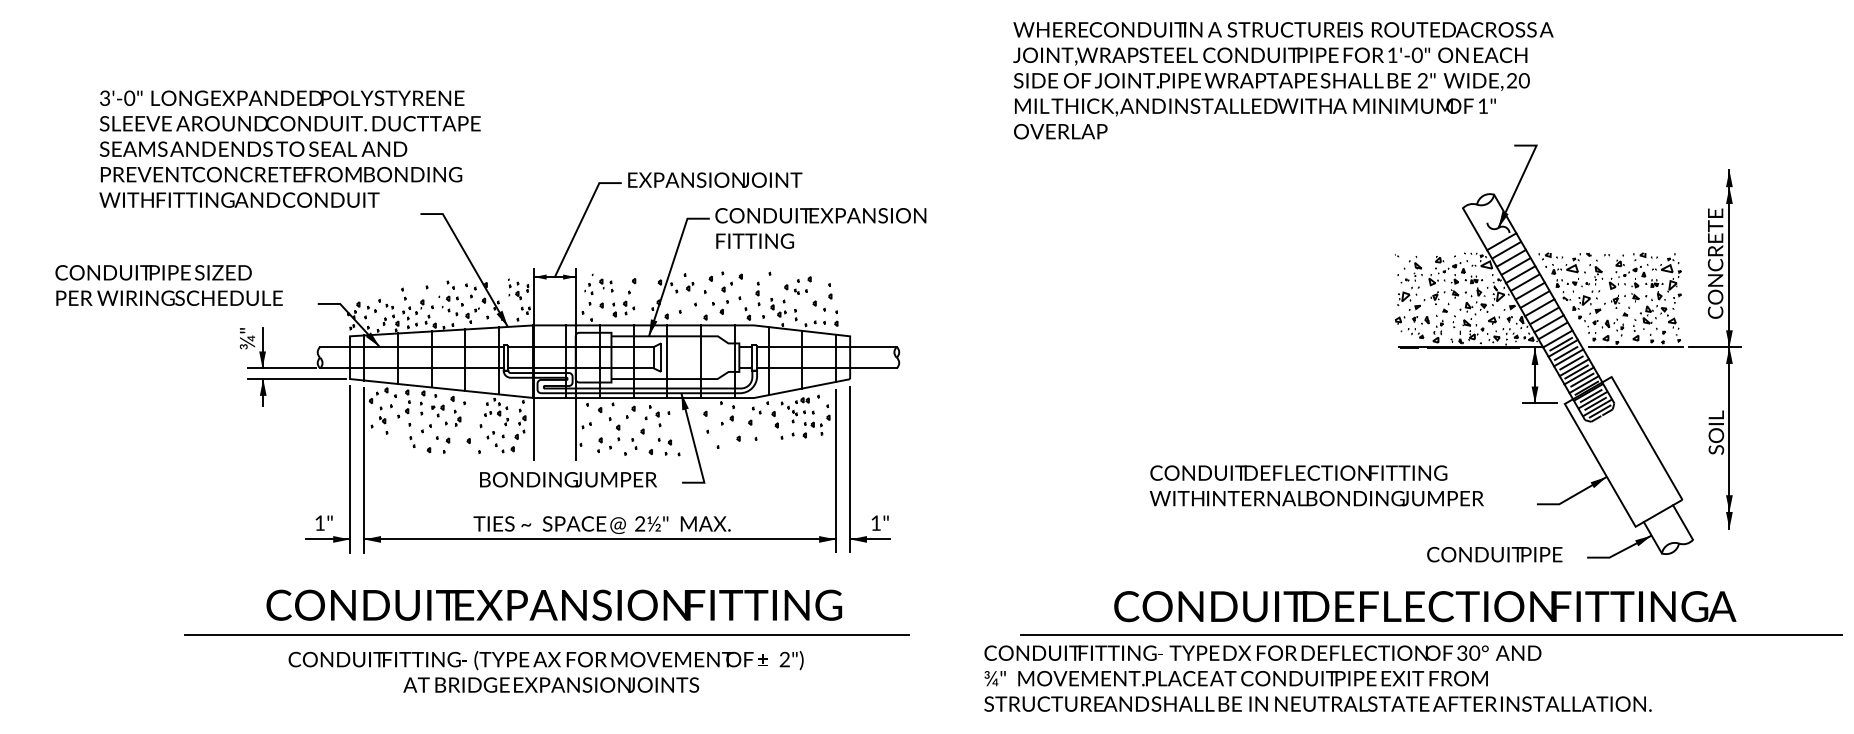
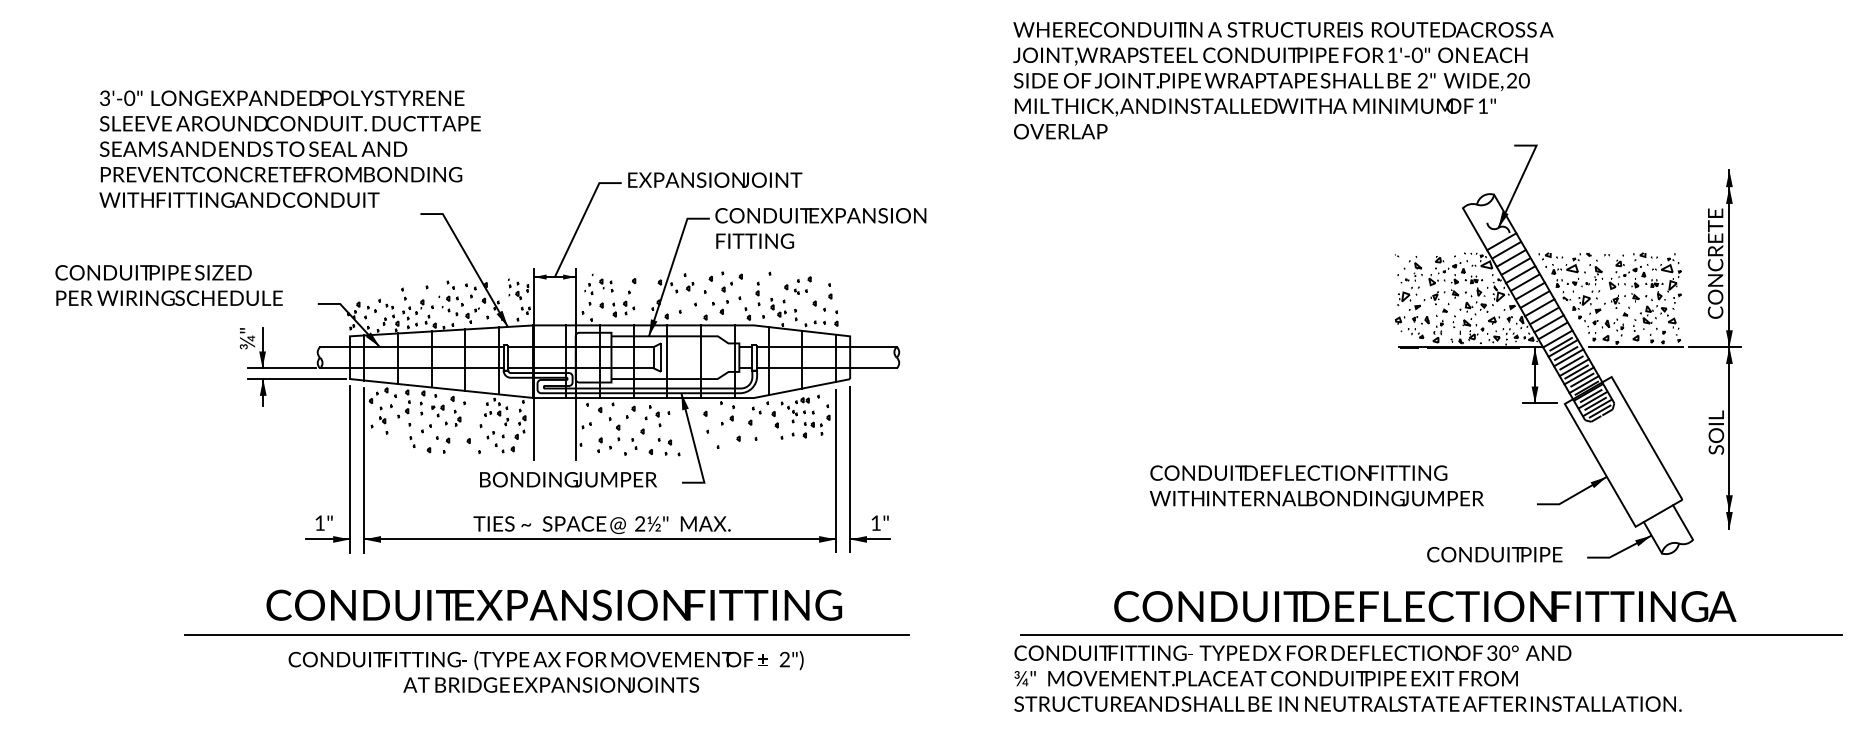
text at (1317, 678) position: (1317, 678) -> (1347, 678)
